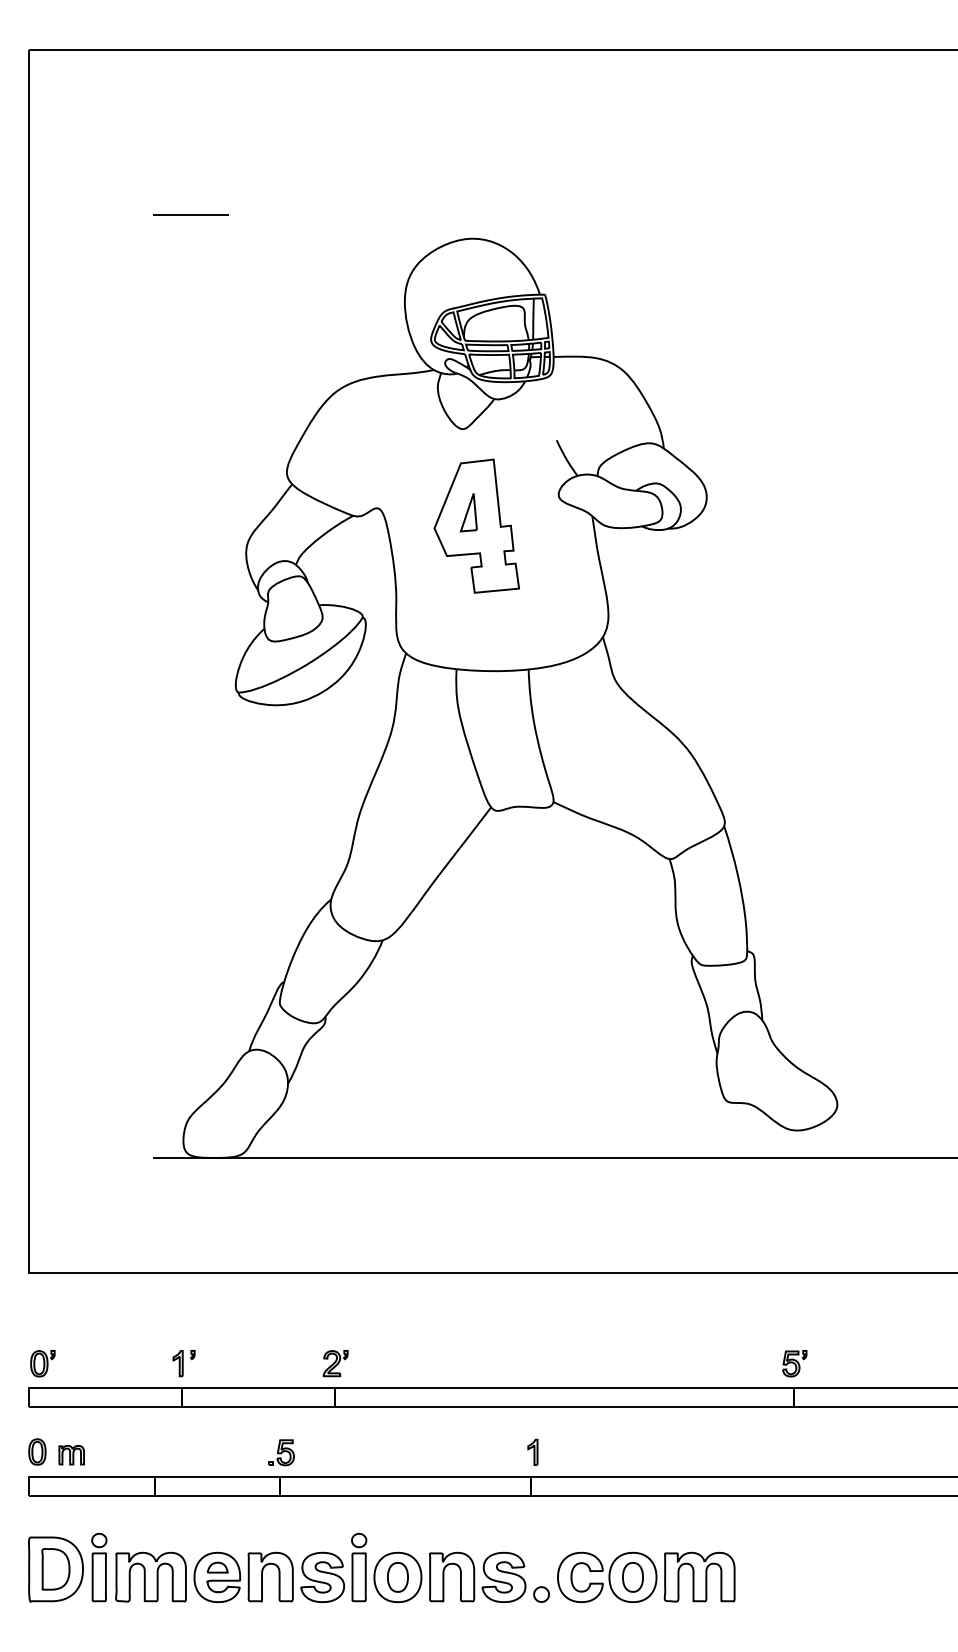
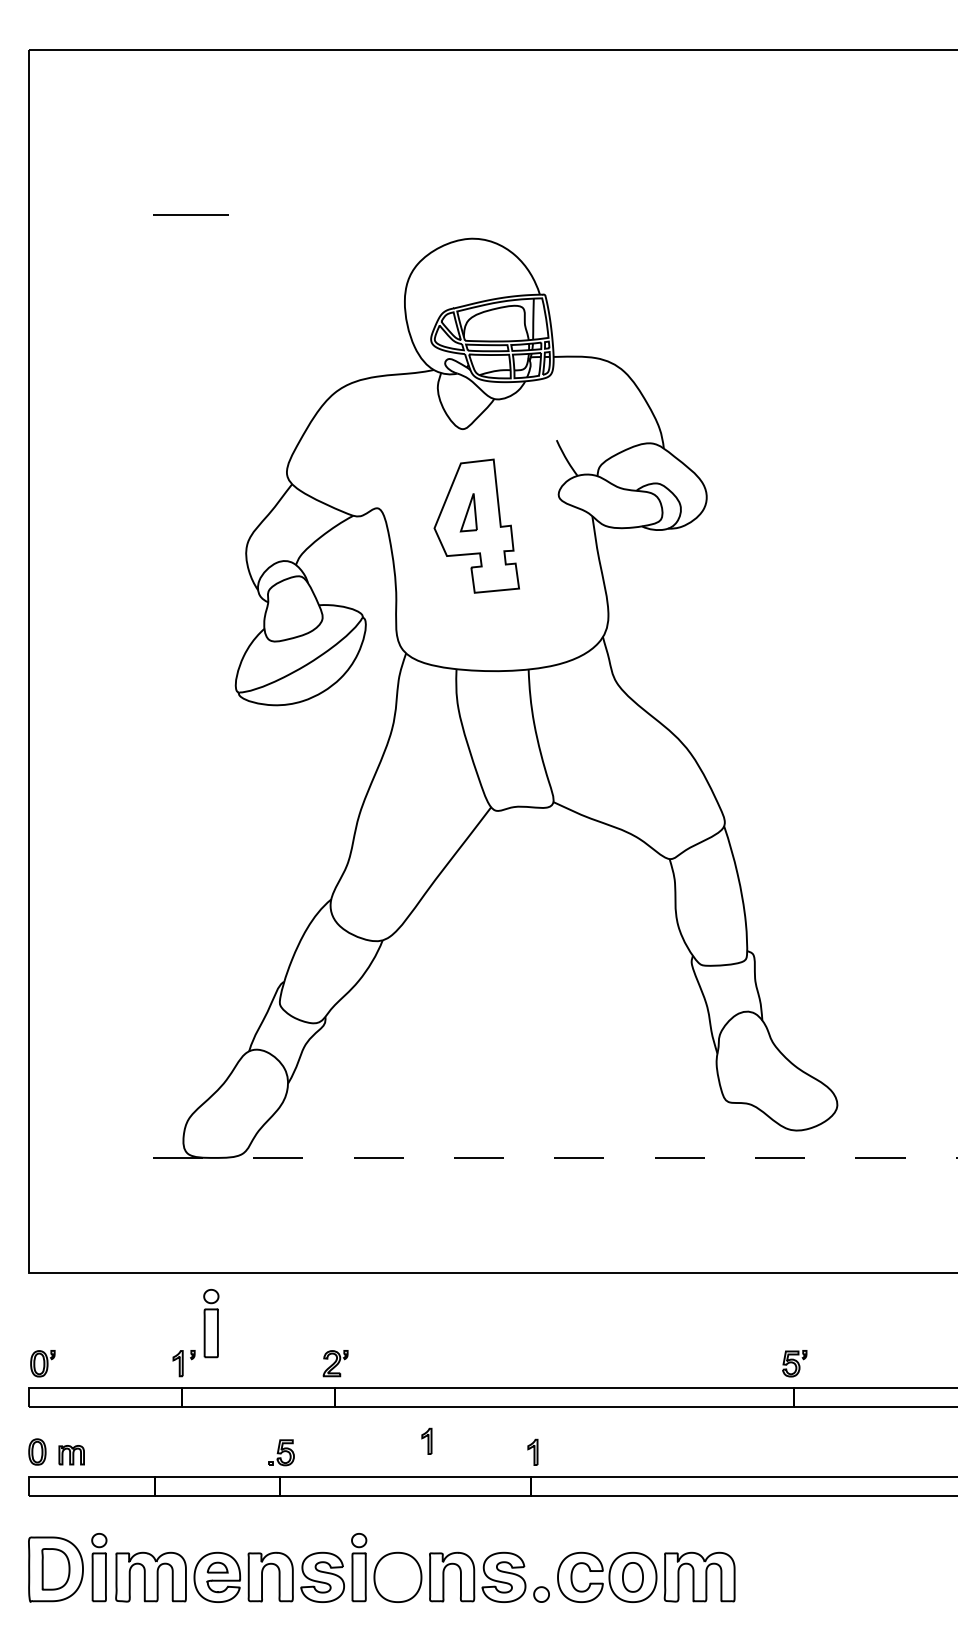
line at (555, 1157): solid -> dashed
part at (211, 1323): none -> present
part at (426, 1440): none -> present
part at (397, 1577): present -> none
